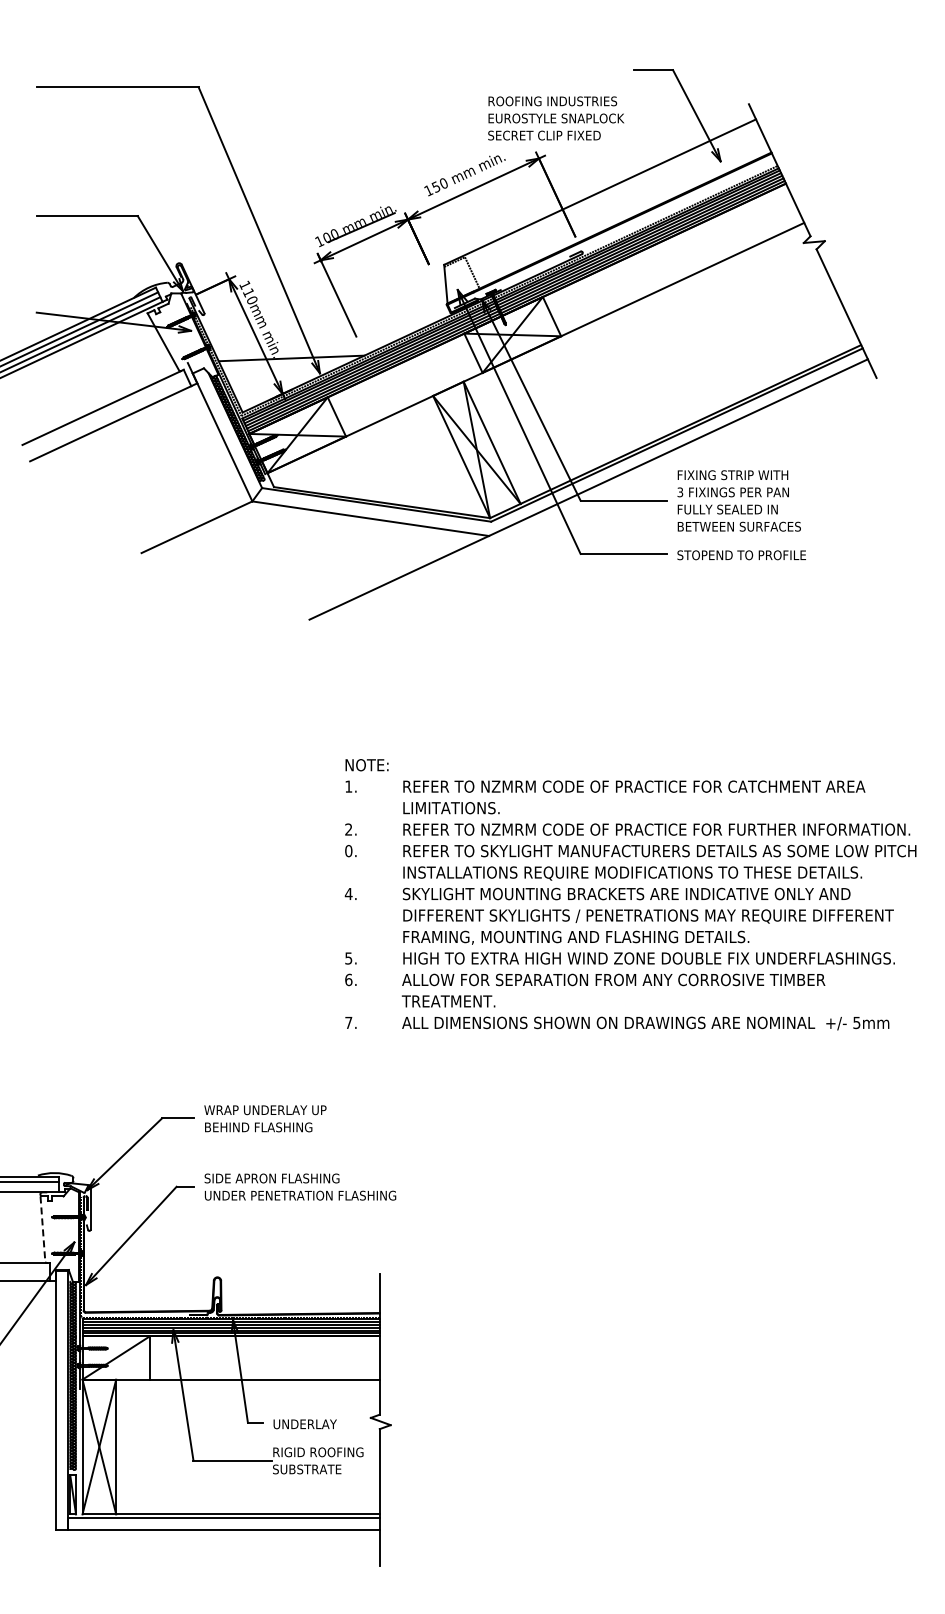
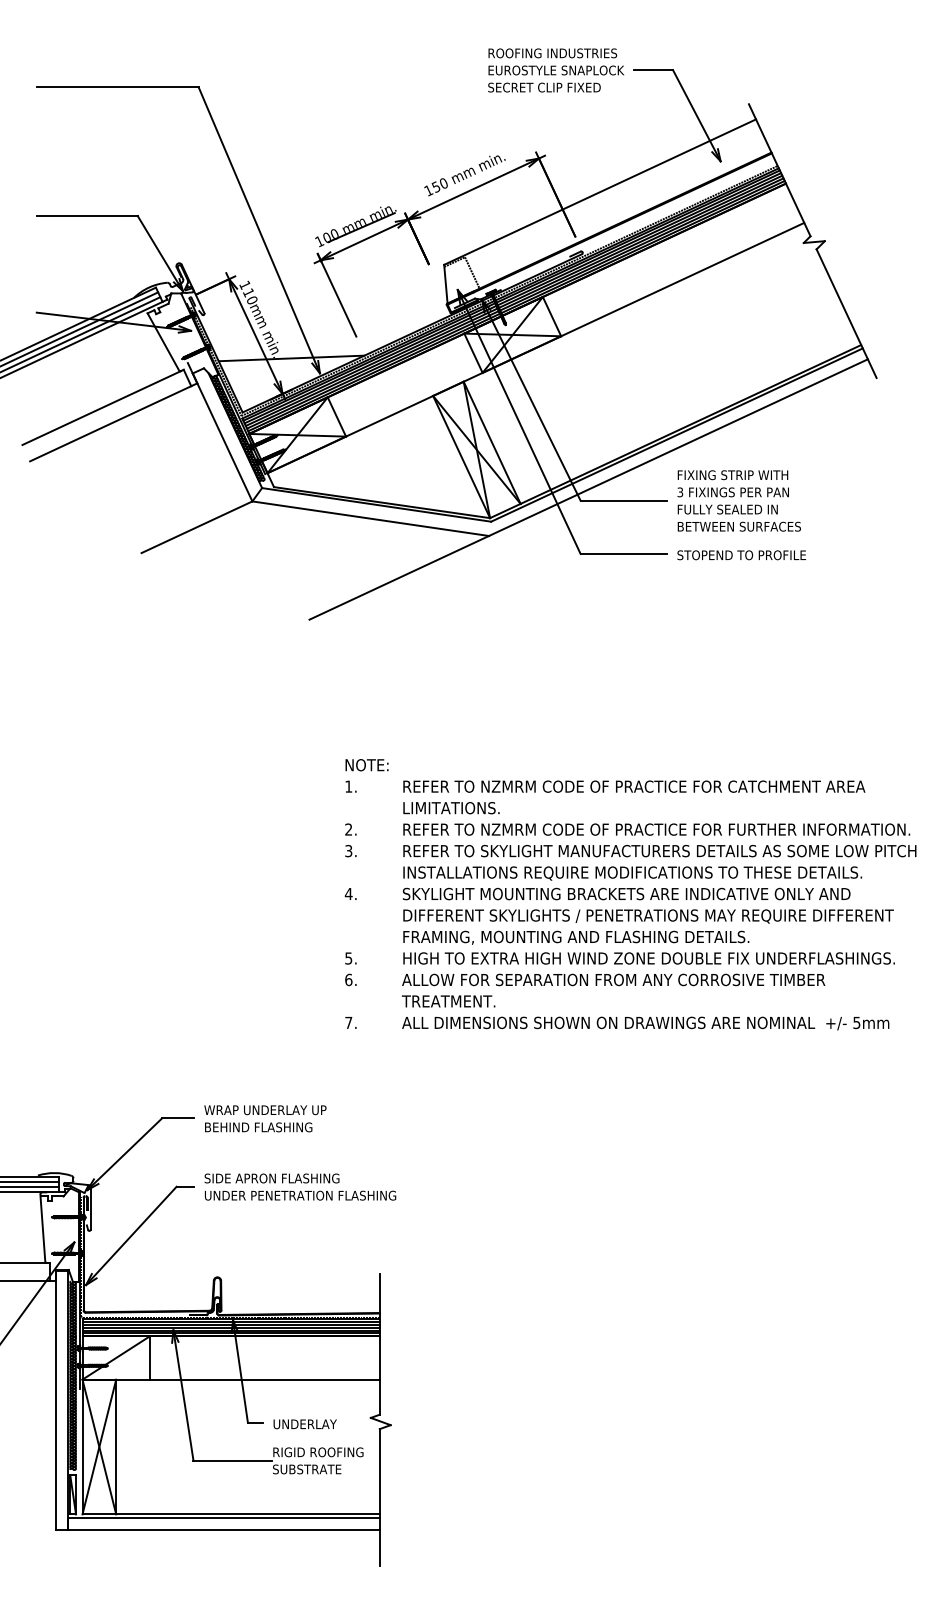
text at (556, 118) position: (556, 118) -> (556, 70)
text at (348, 851): 0. -> 3.
line at (30, 1187): none -> present
line at (42, 1229): dashed -> solid
